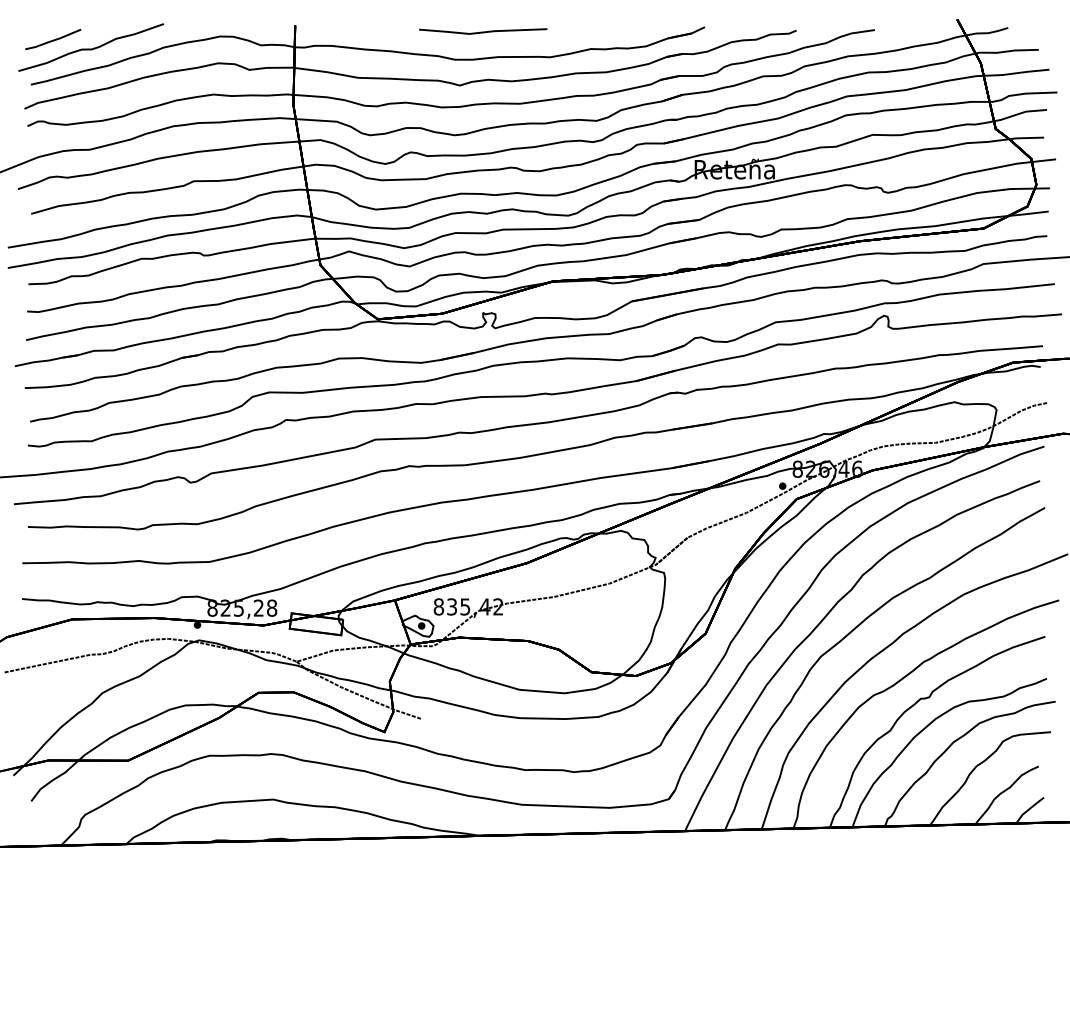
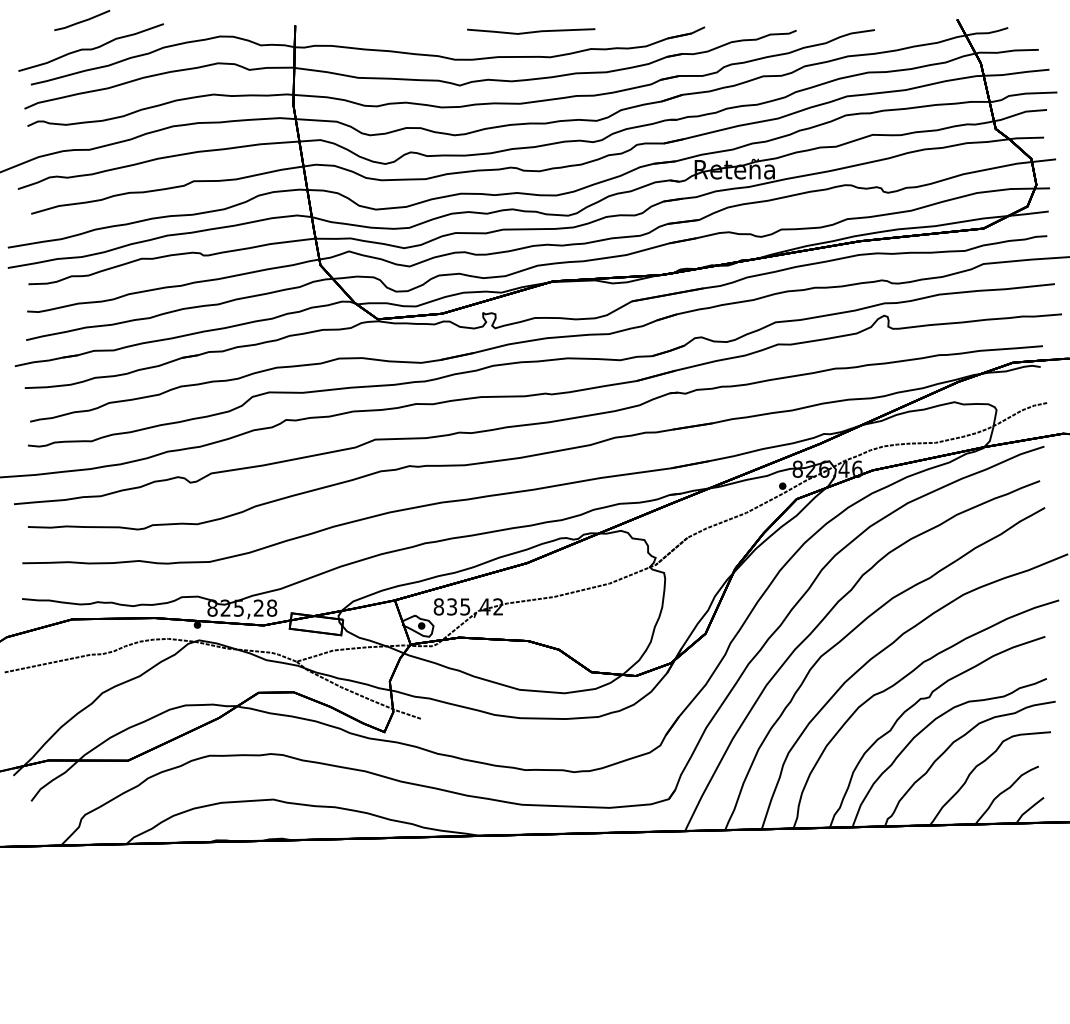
line at (483, 31) position: (483, 31) -> (531, 31)
line at (53, 39) position: (53, 39) -> (82, 20)
